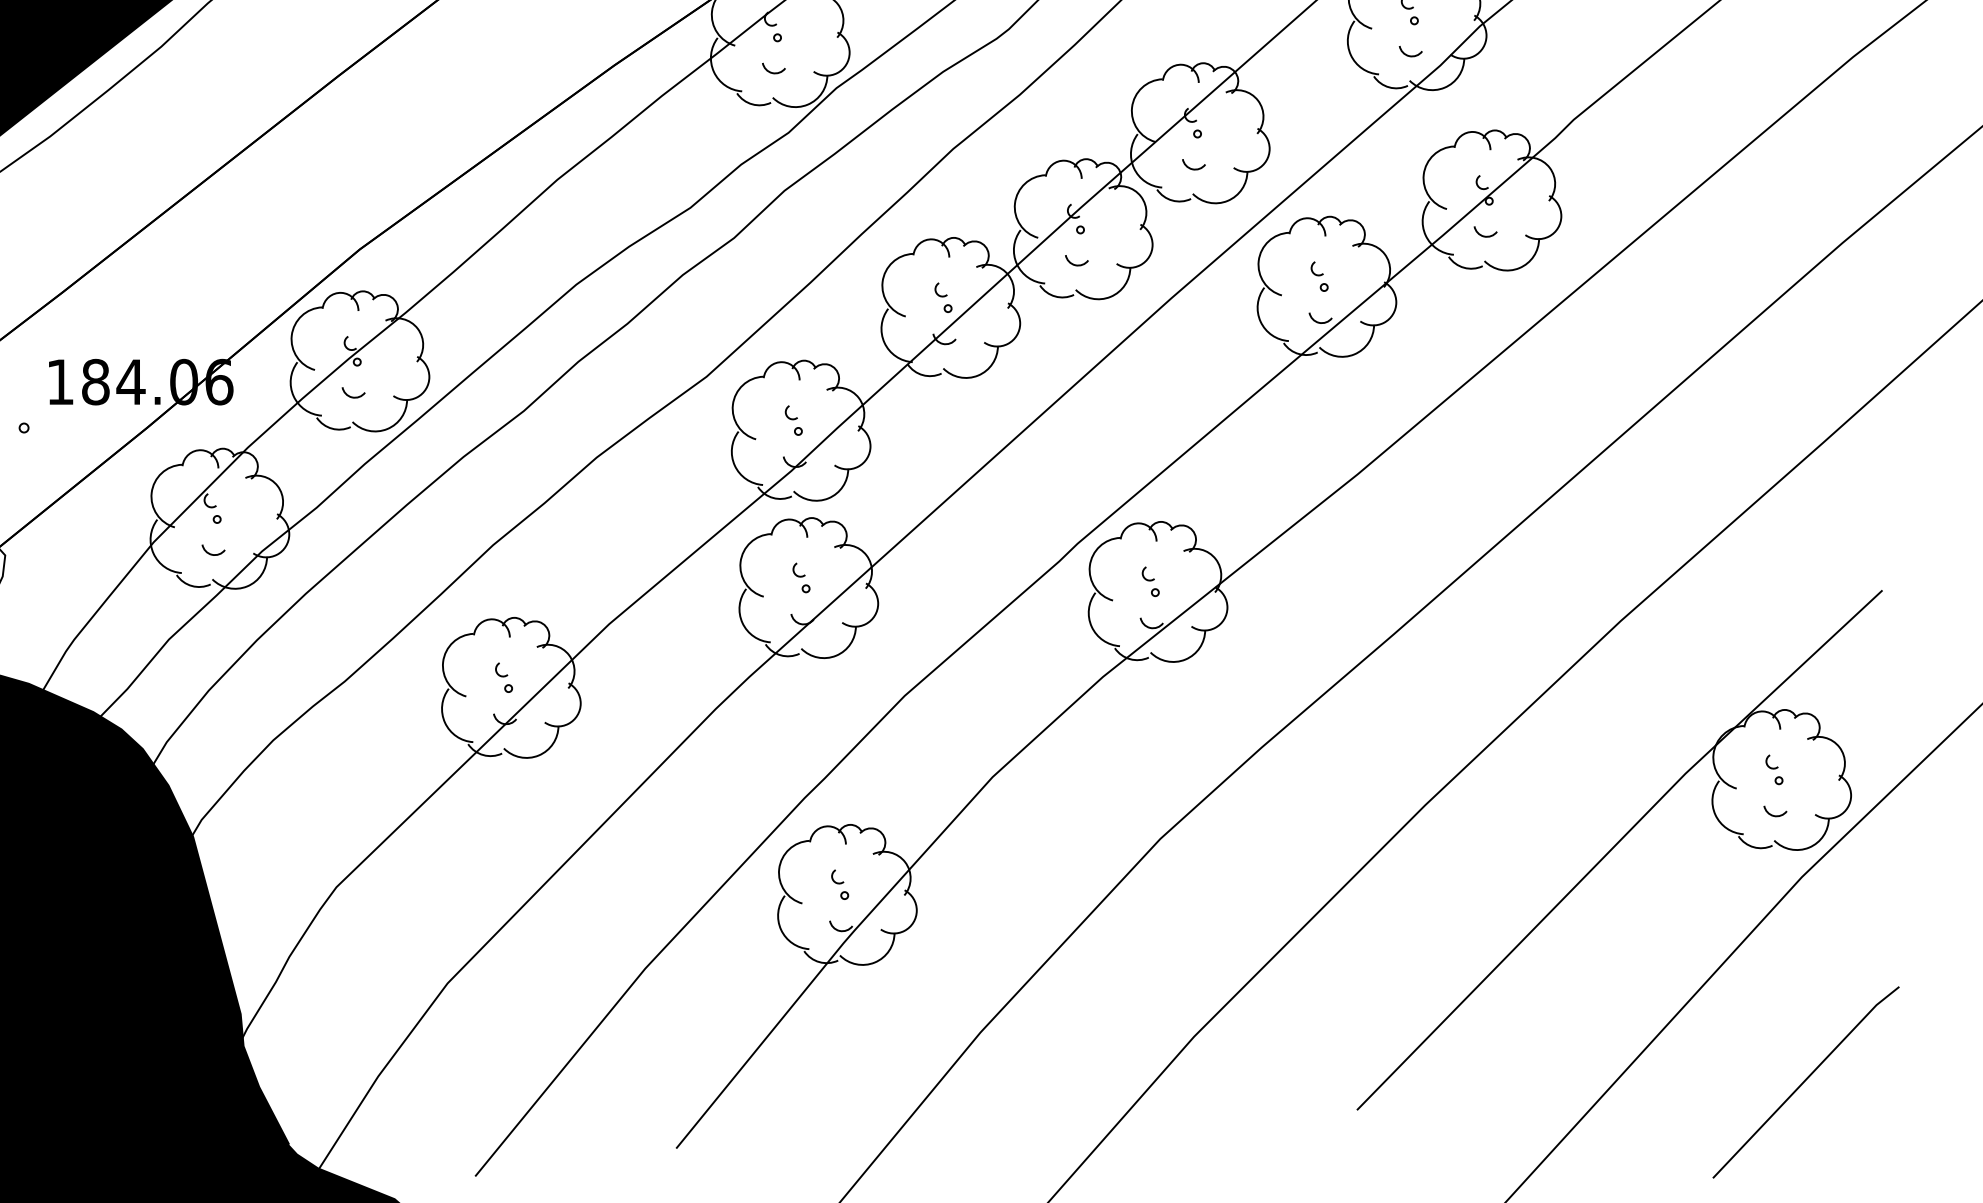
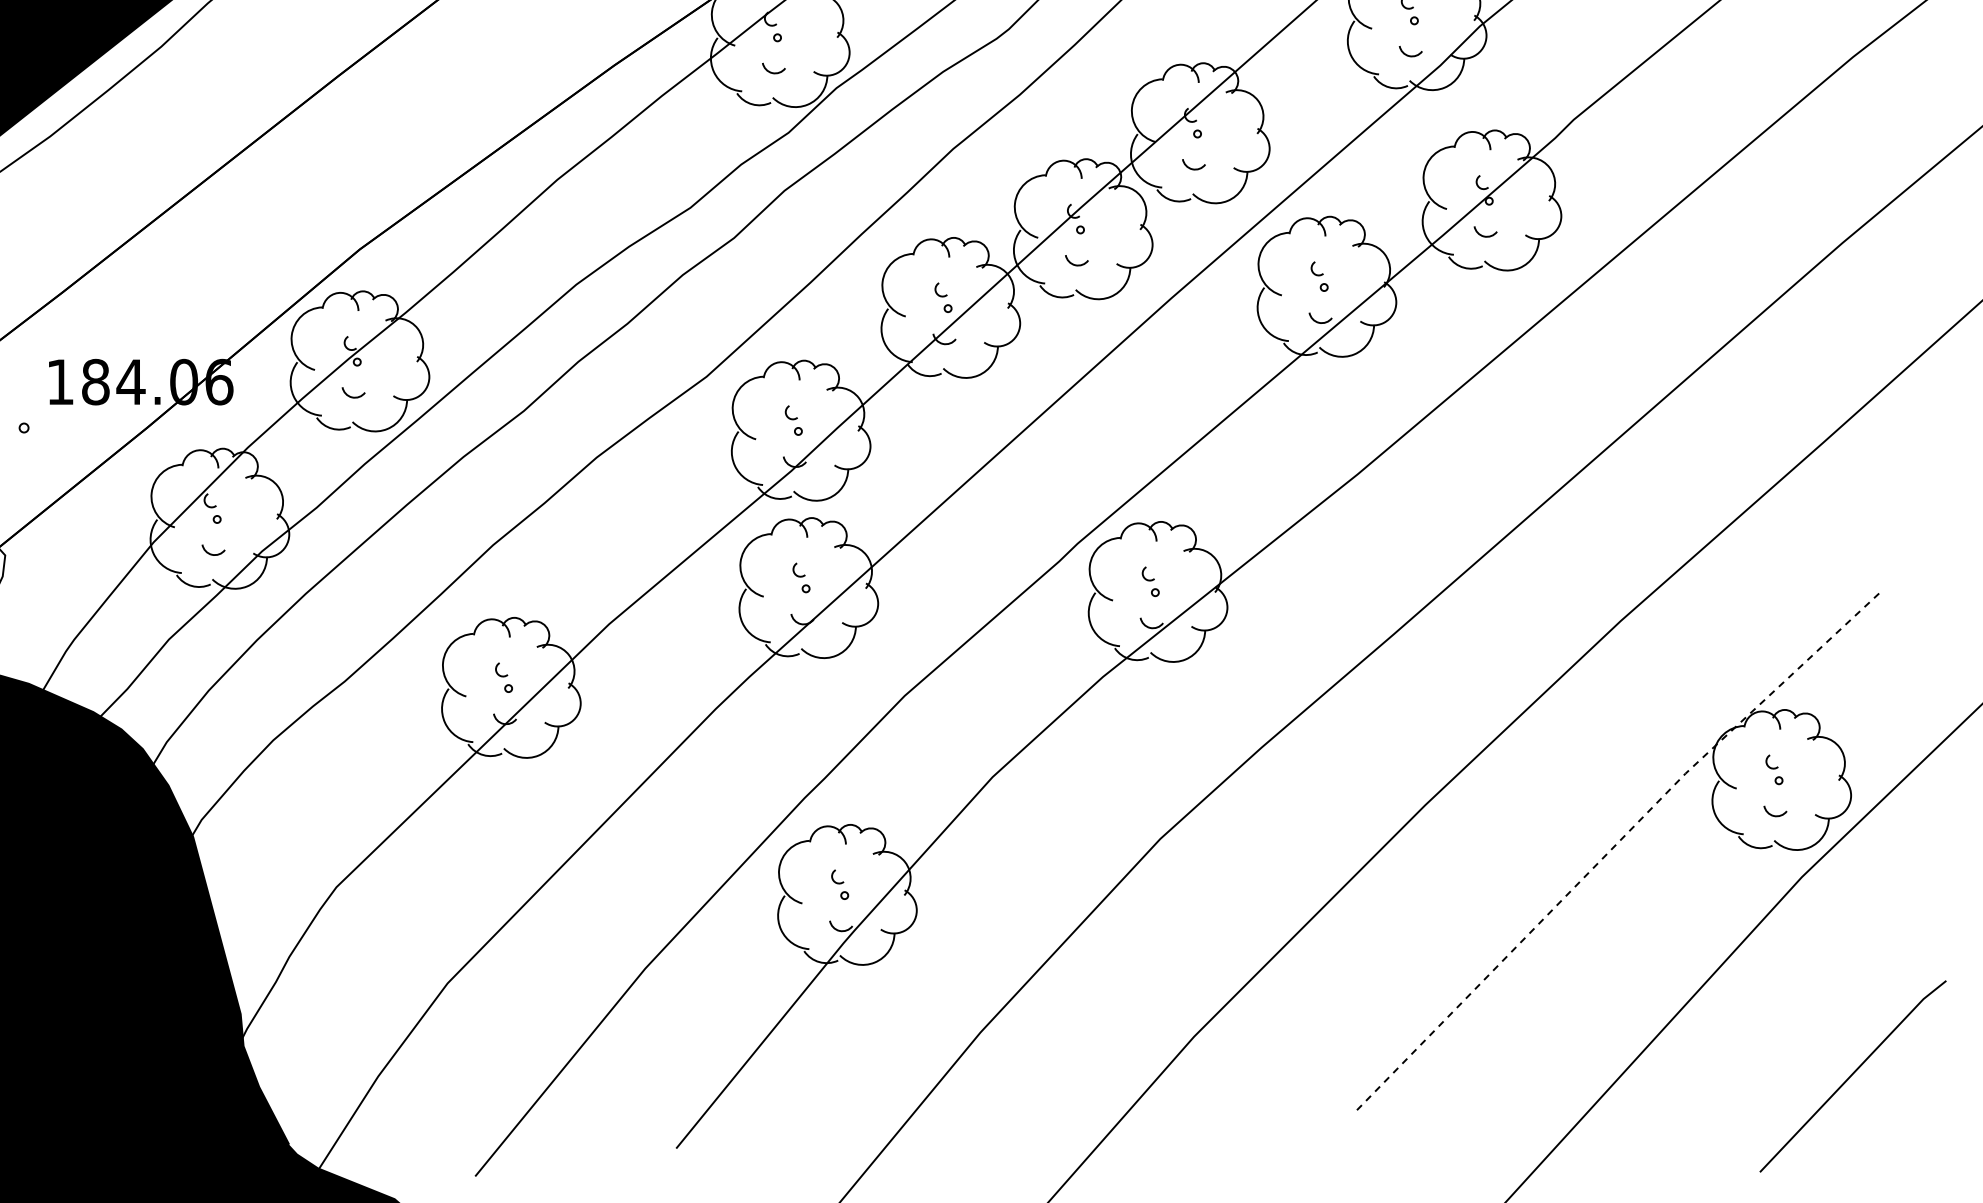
line at (1615, 845): solid -> dashed
line at (1805, 1081) position: (1805, 1081) -> (1852, 1075)
